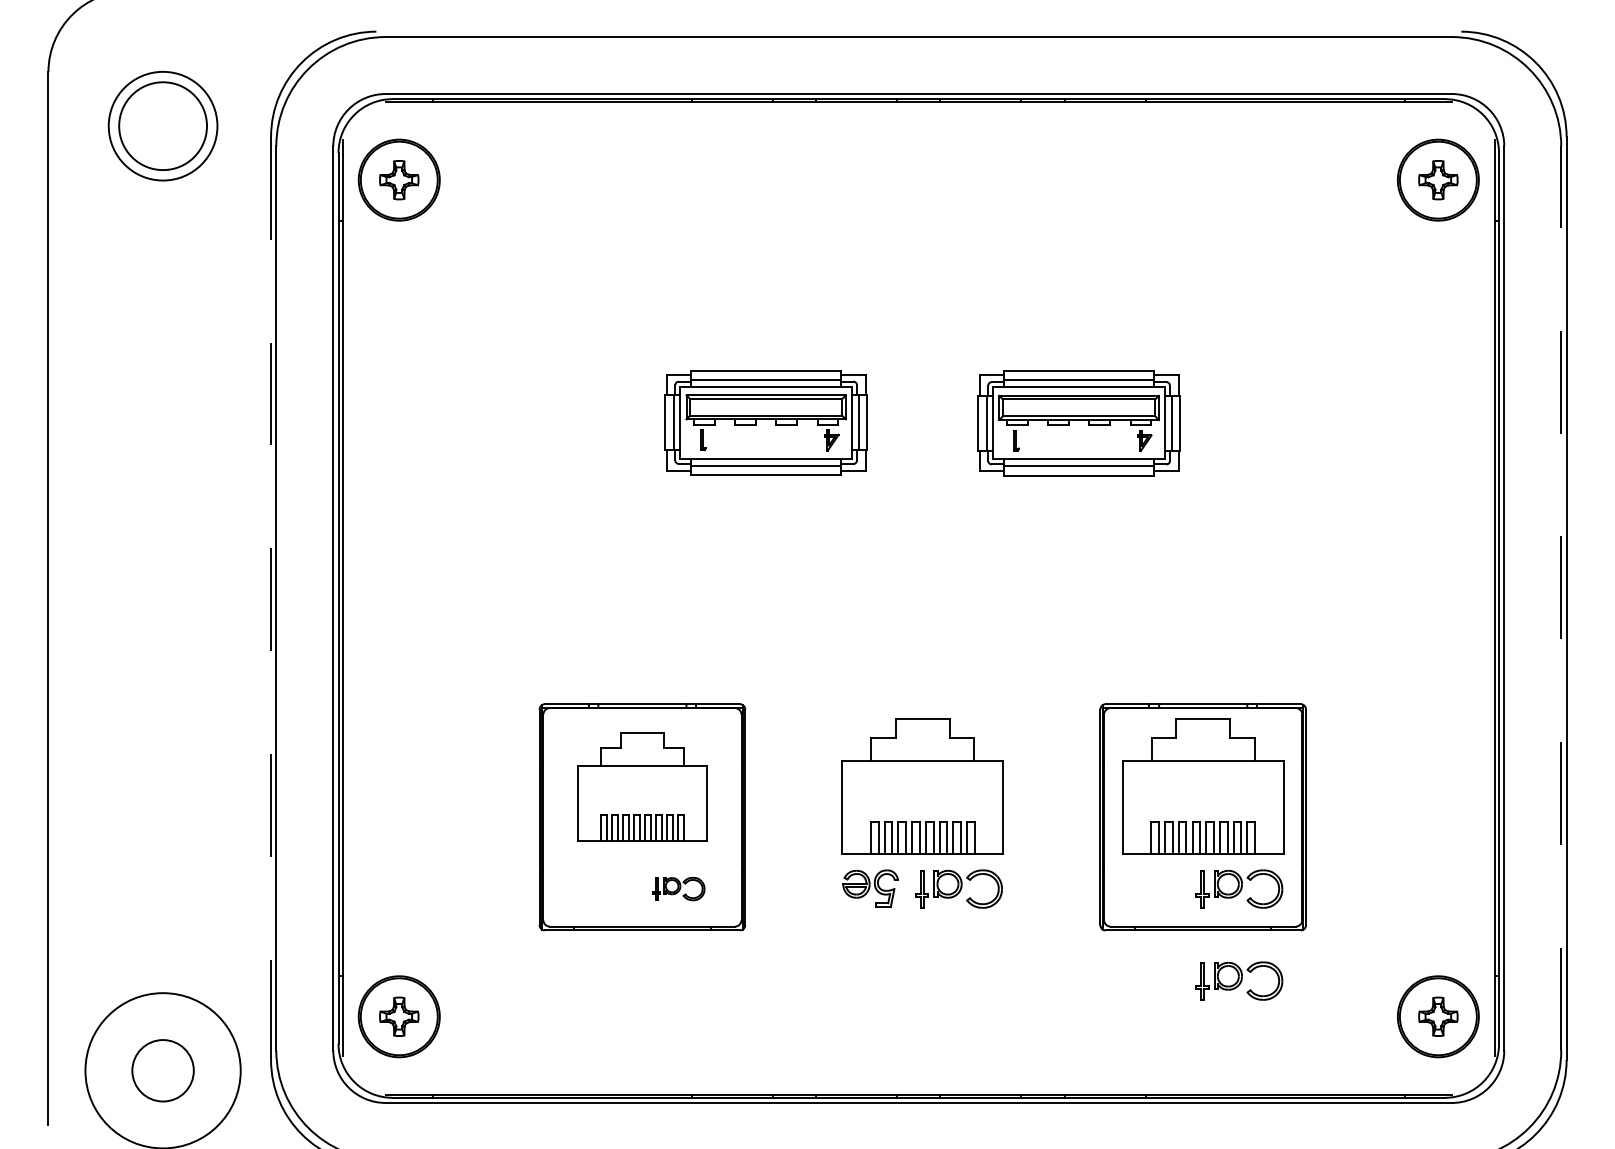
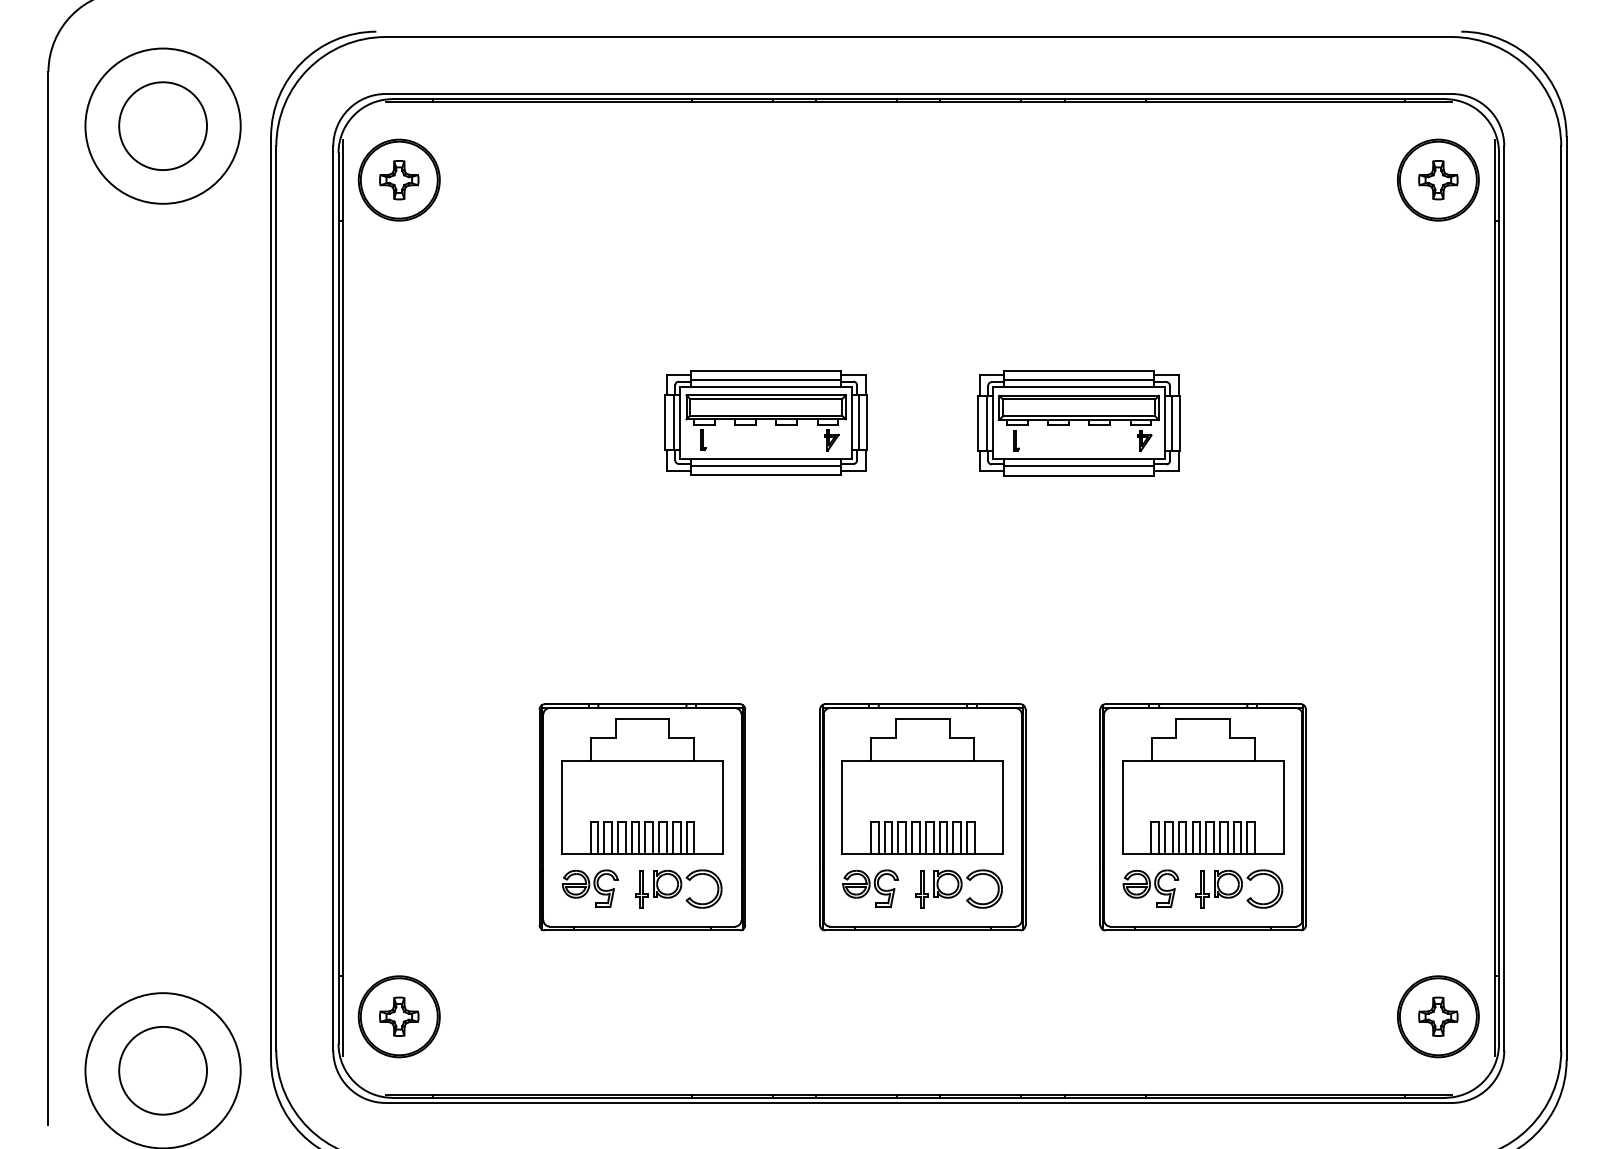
circle at (162, 125) diameter: 109 px -> 155 px
line at (1561, 597): dashed -> solid
line at (271, 598): dashed -> solid
part at (642, 786) size: 131x110 px -> 163x137 px
part at (922, 817): none -> present
part at (590, 888): none -> present
part at (678, 888) size: 54x26 px -> 88x40 px
part at (1150, 888): none -> present
part at (1239, 980): present -> none
circle at (162, 1070) diameter: 61 px -> 88 px
